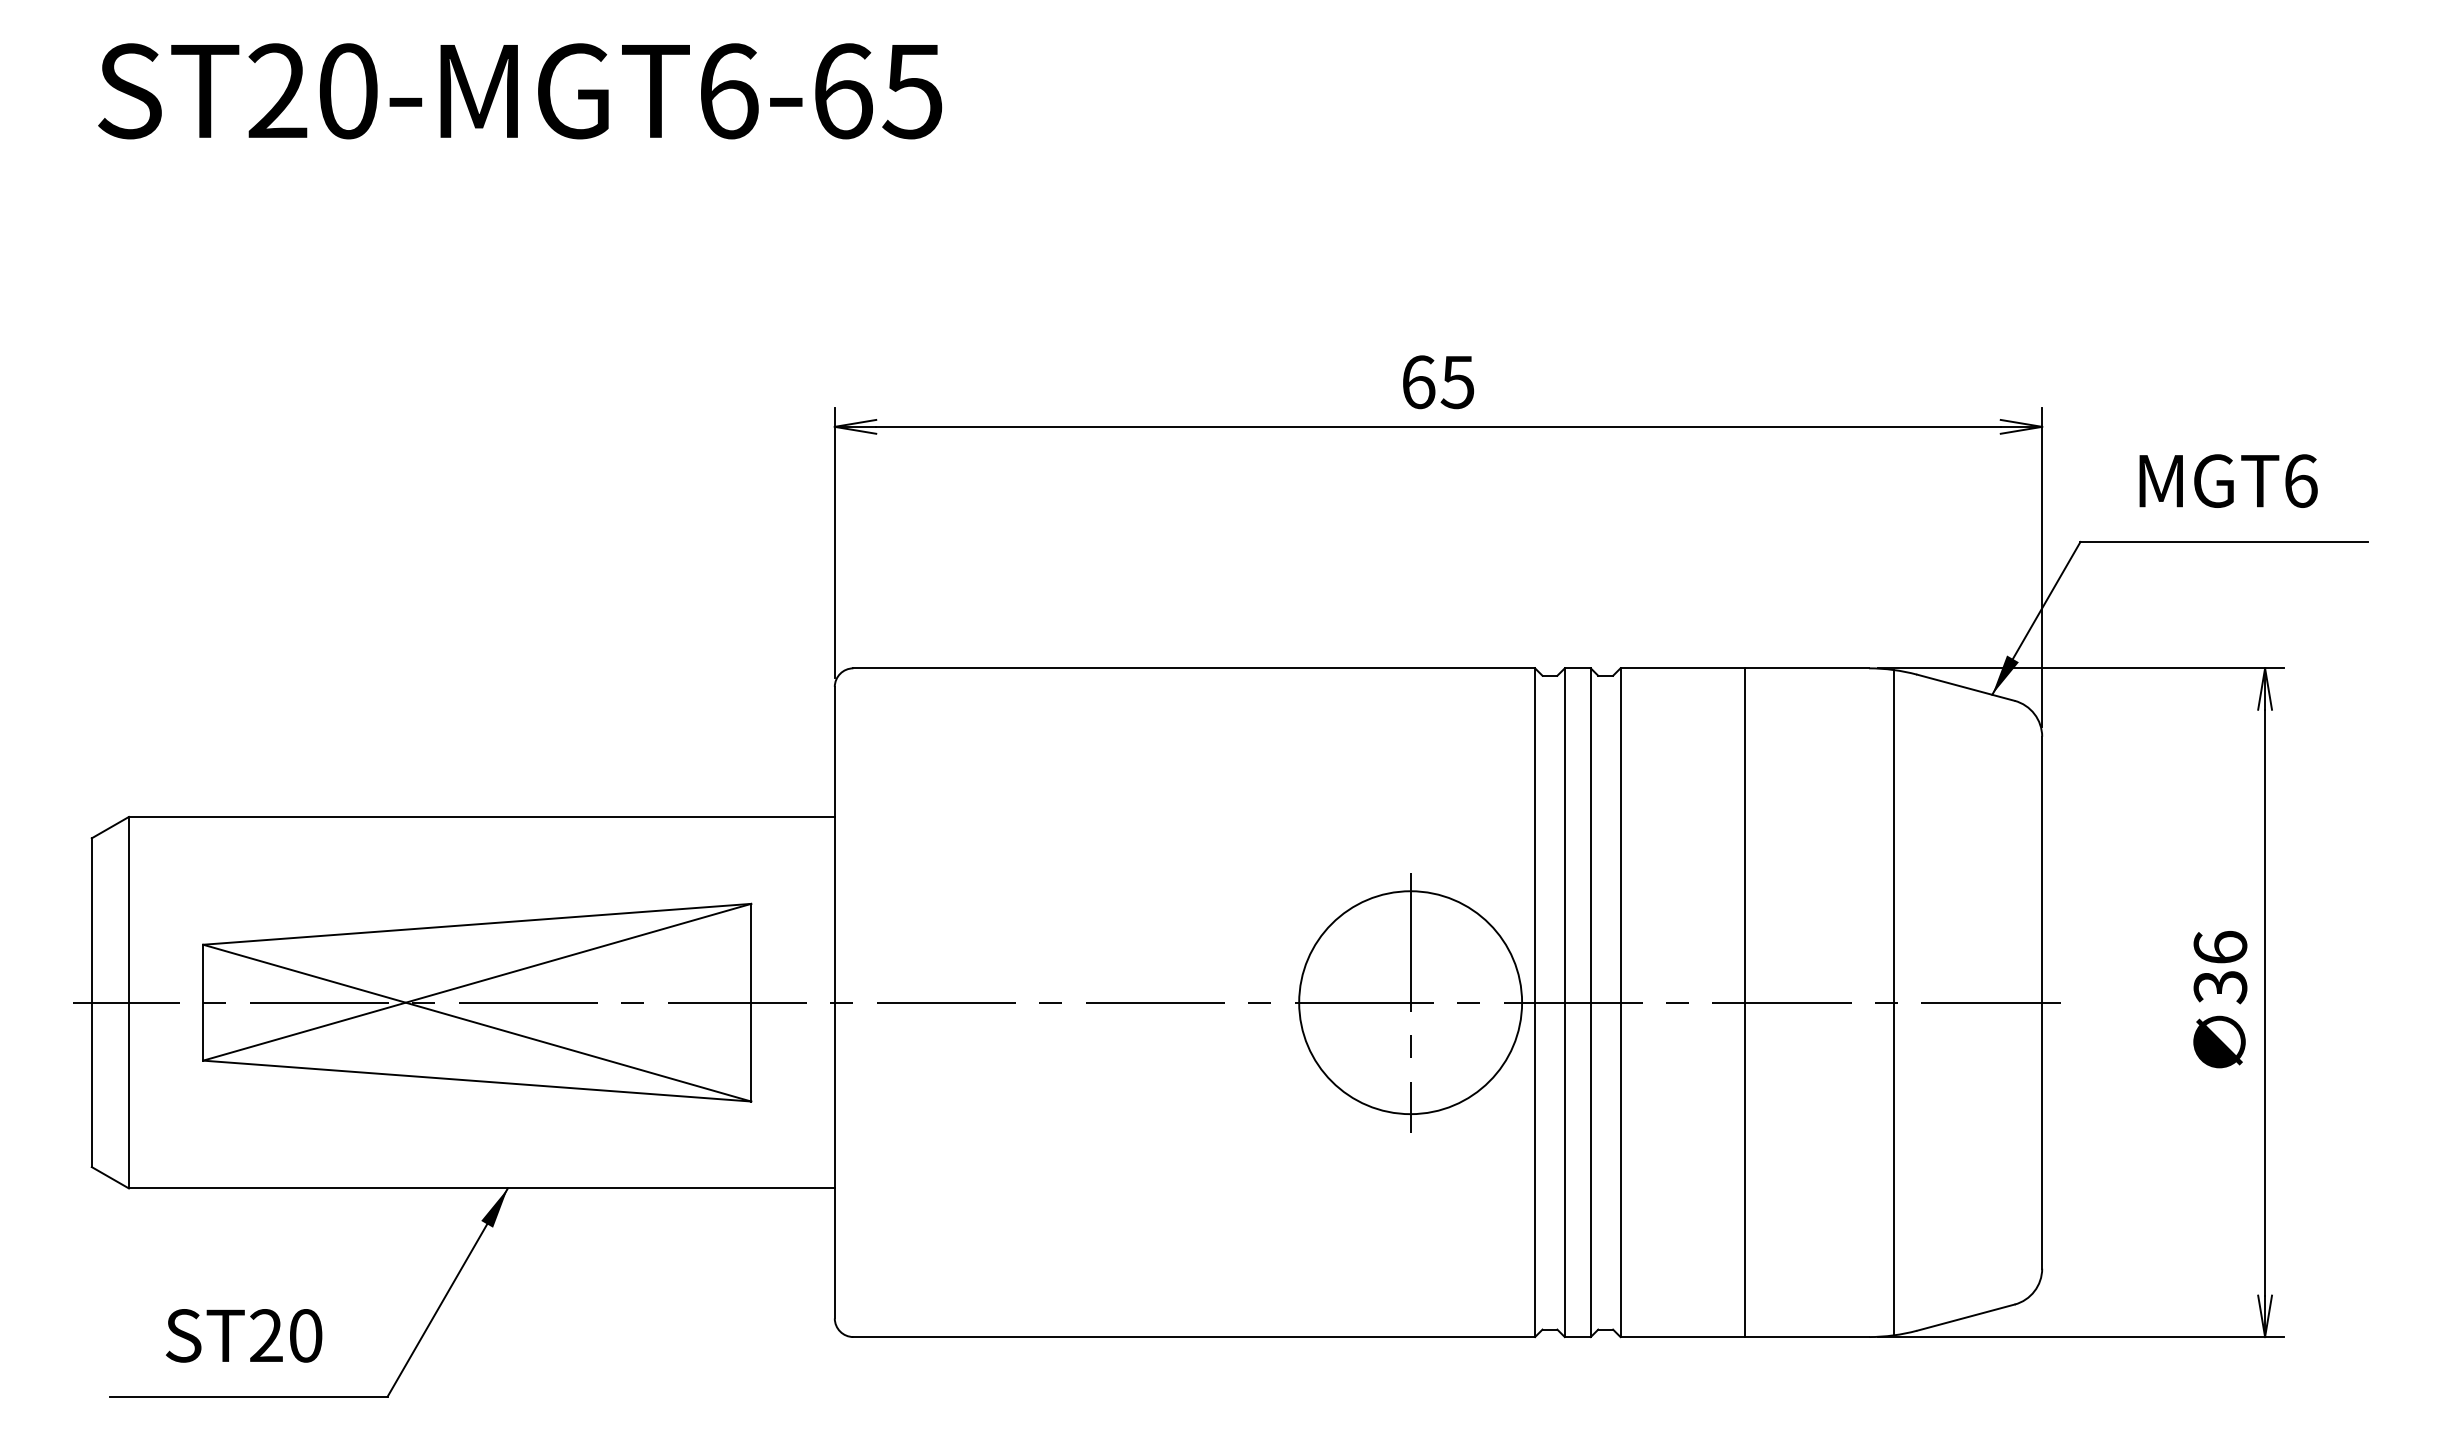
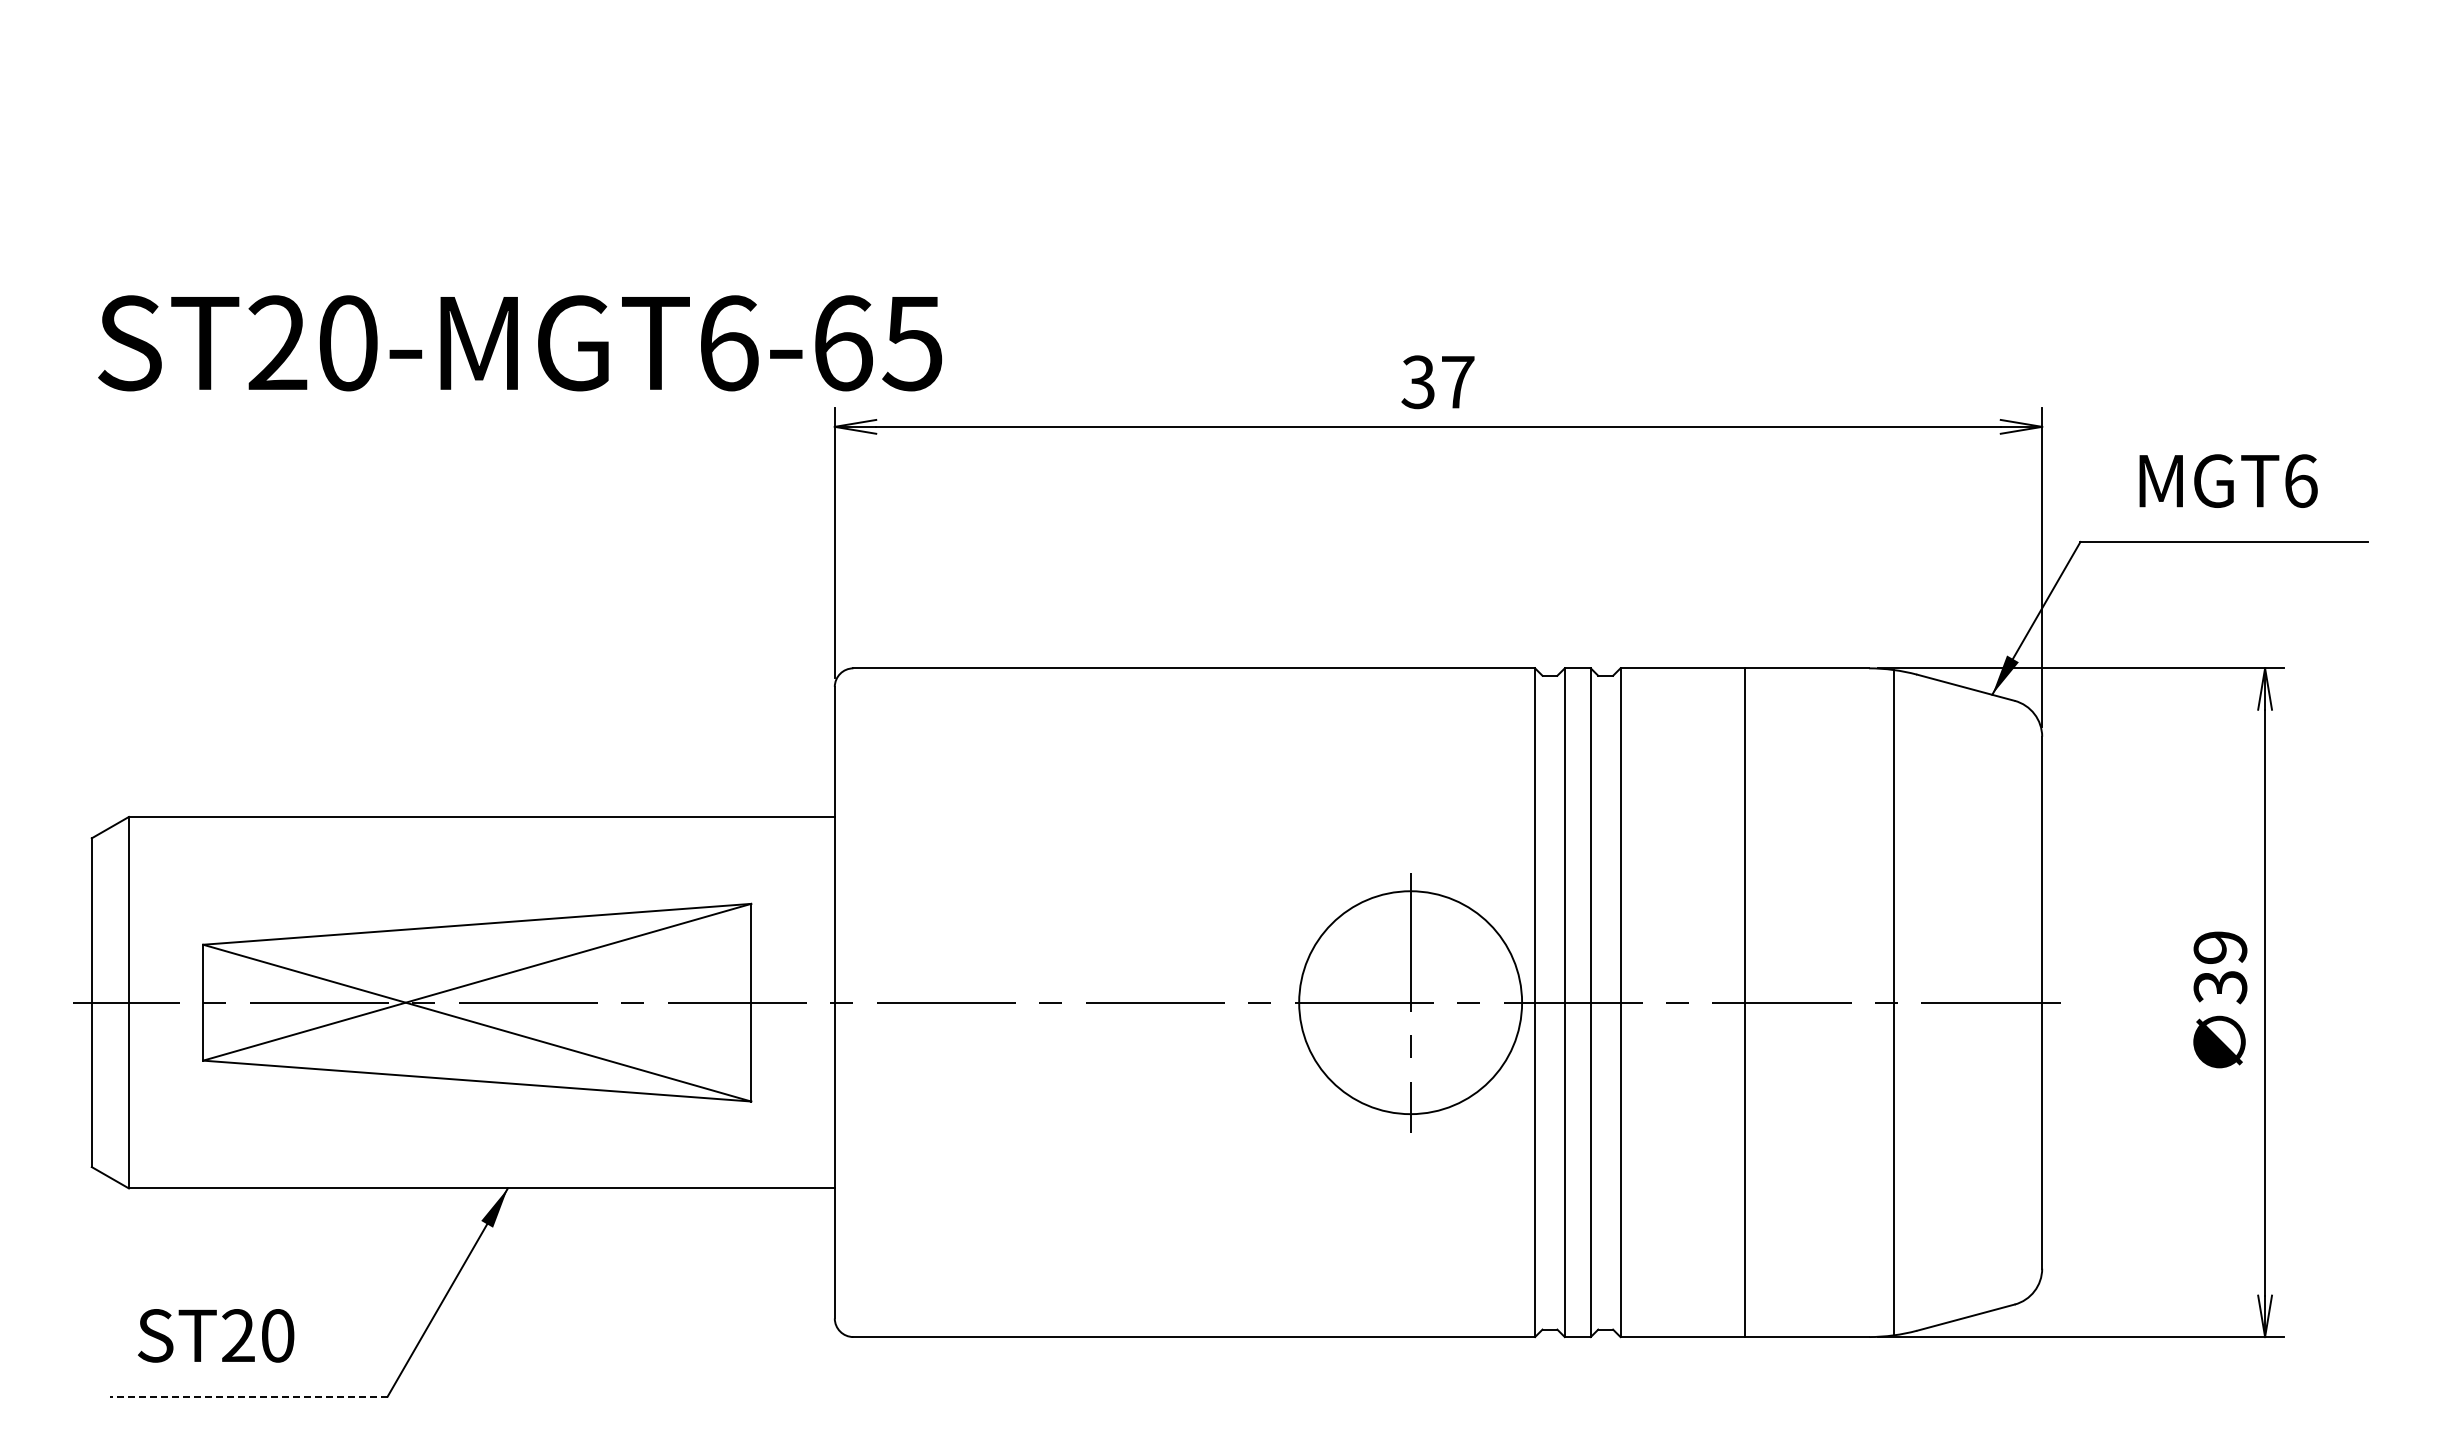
text at (520, 91) position: (520, 91) -> (520, 343)
text at (1437, 382): 65 -> 37
text at (2220, 946): 36 -> 39
text at (244, 1335) position: (244, 1335) -> (216, 1335)
line at (248, 1396): solid -> dashed
